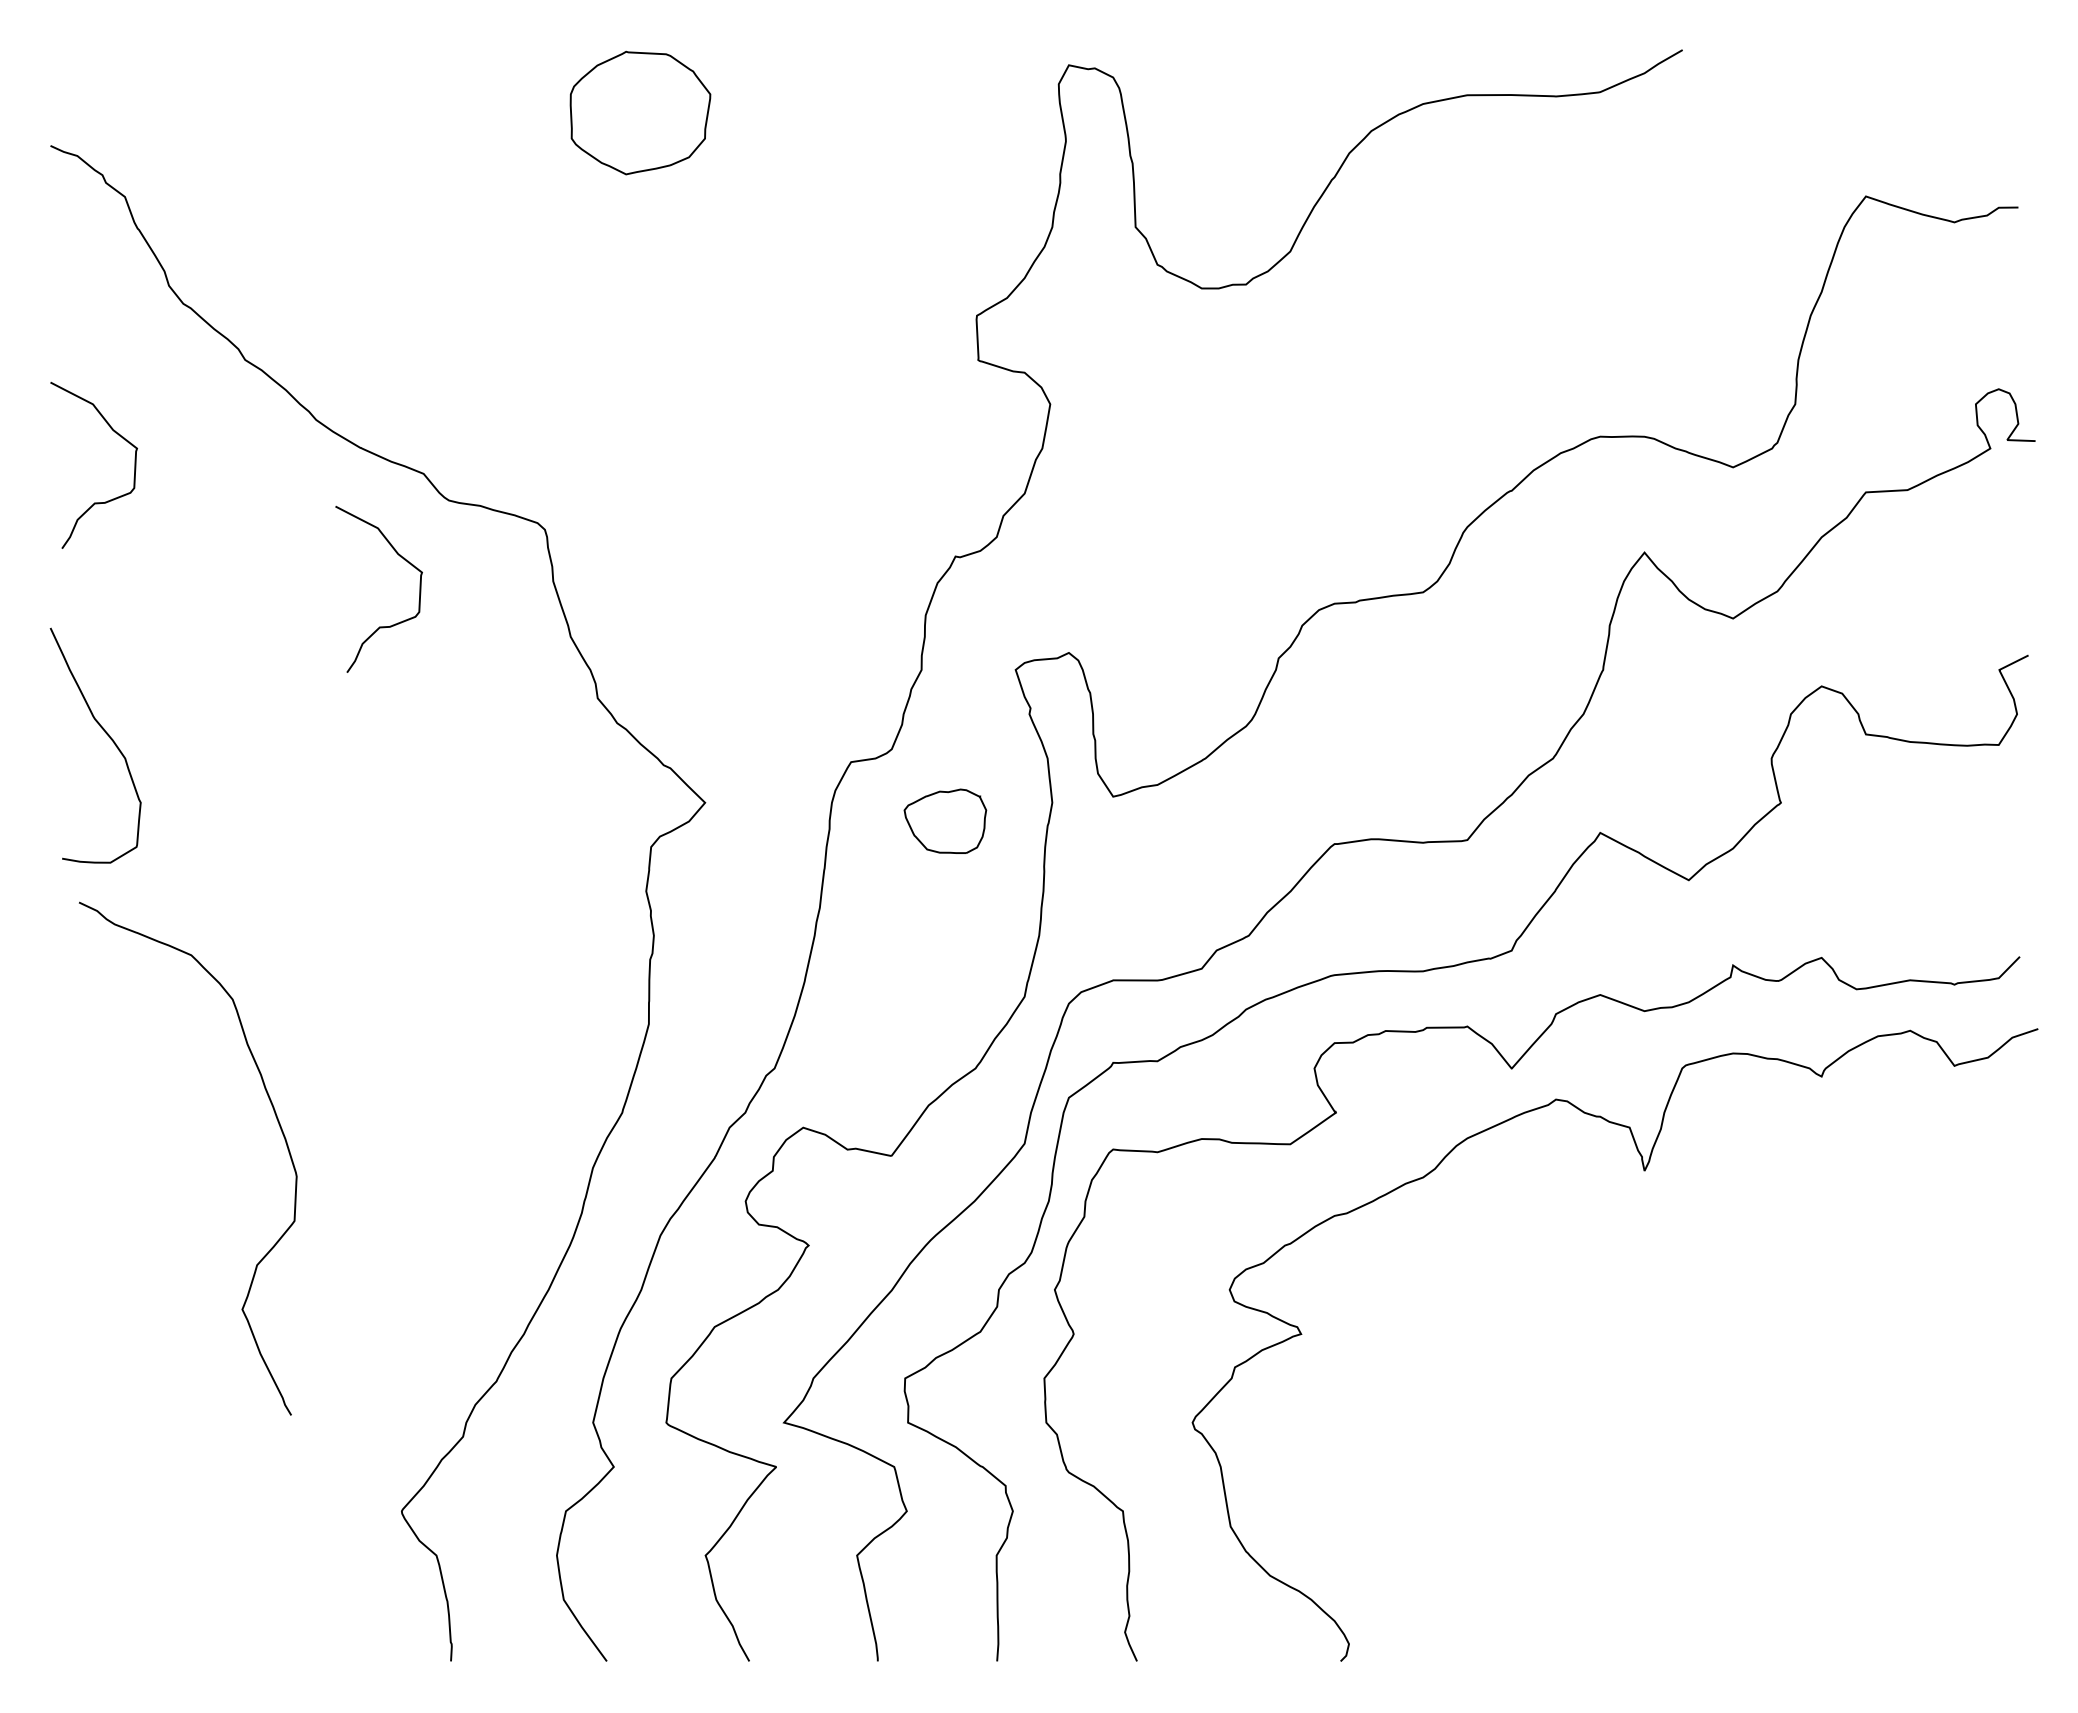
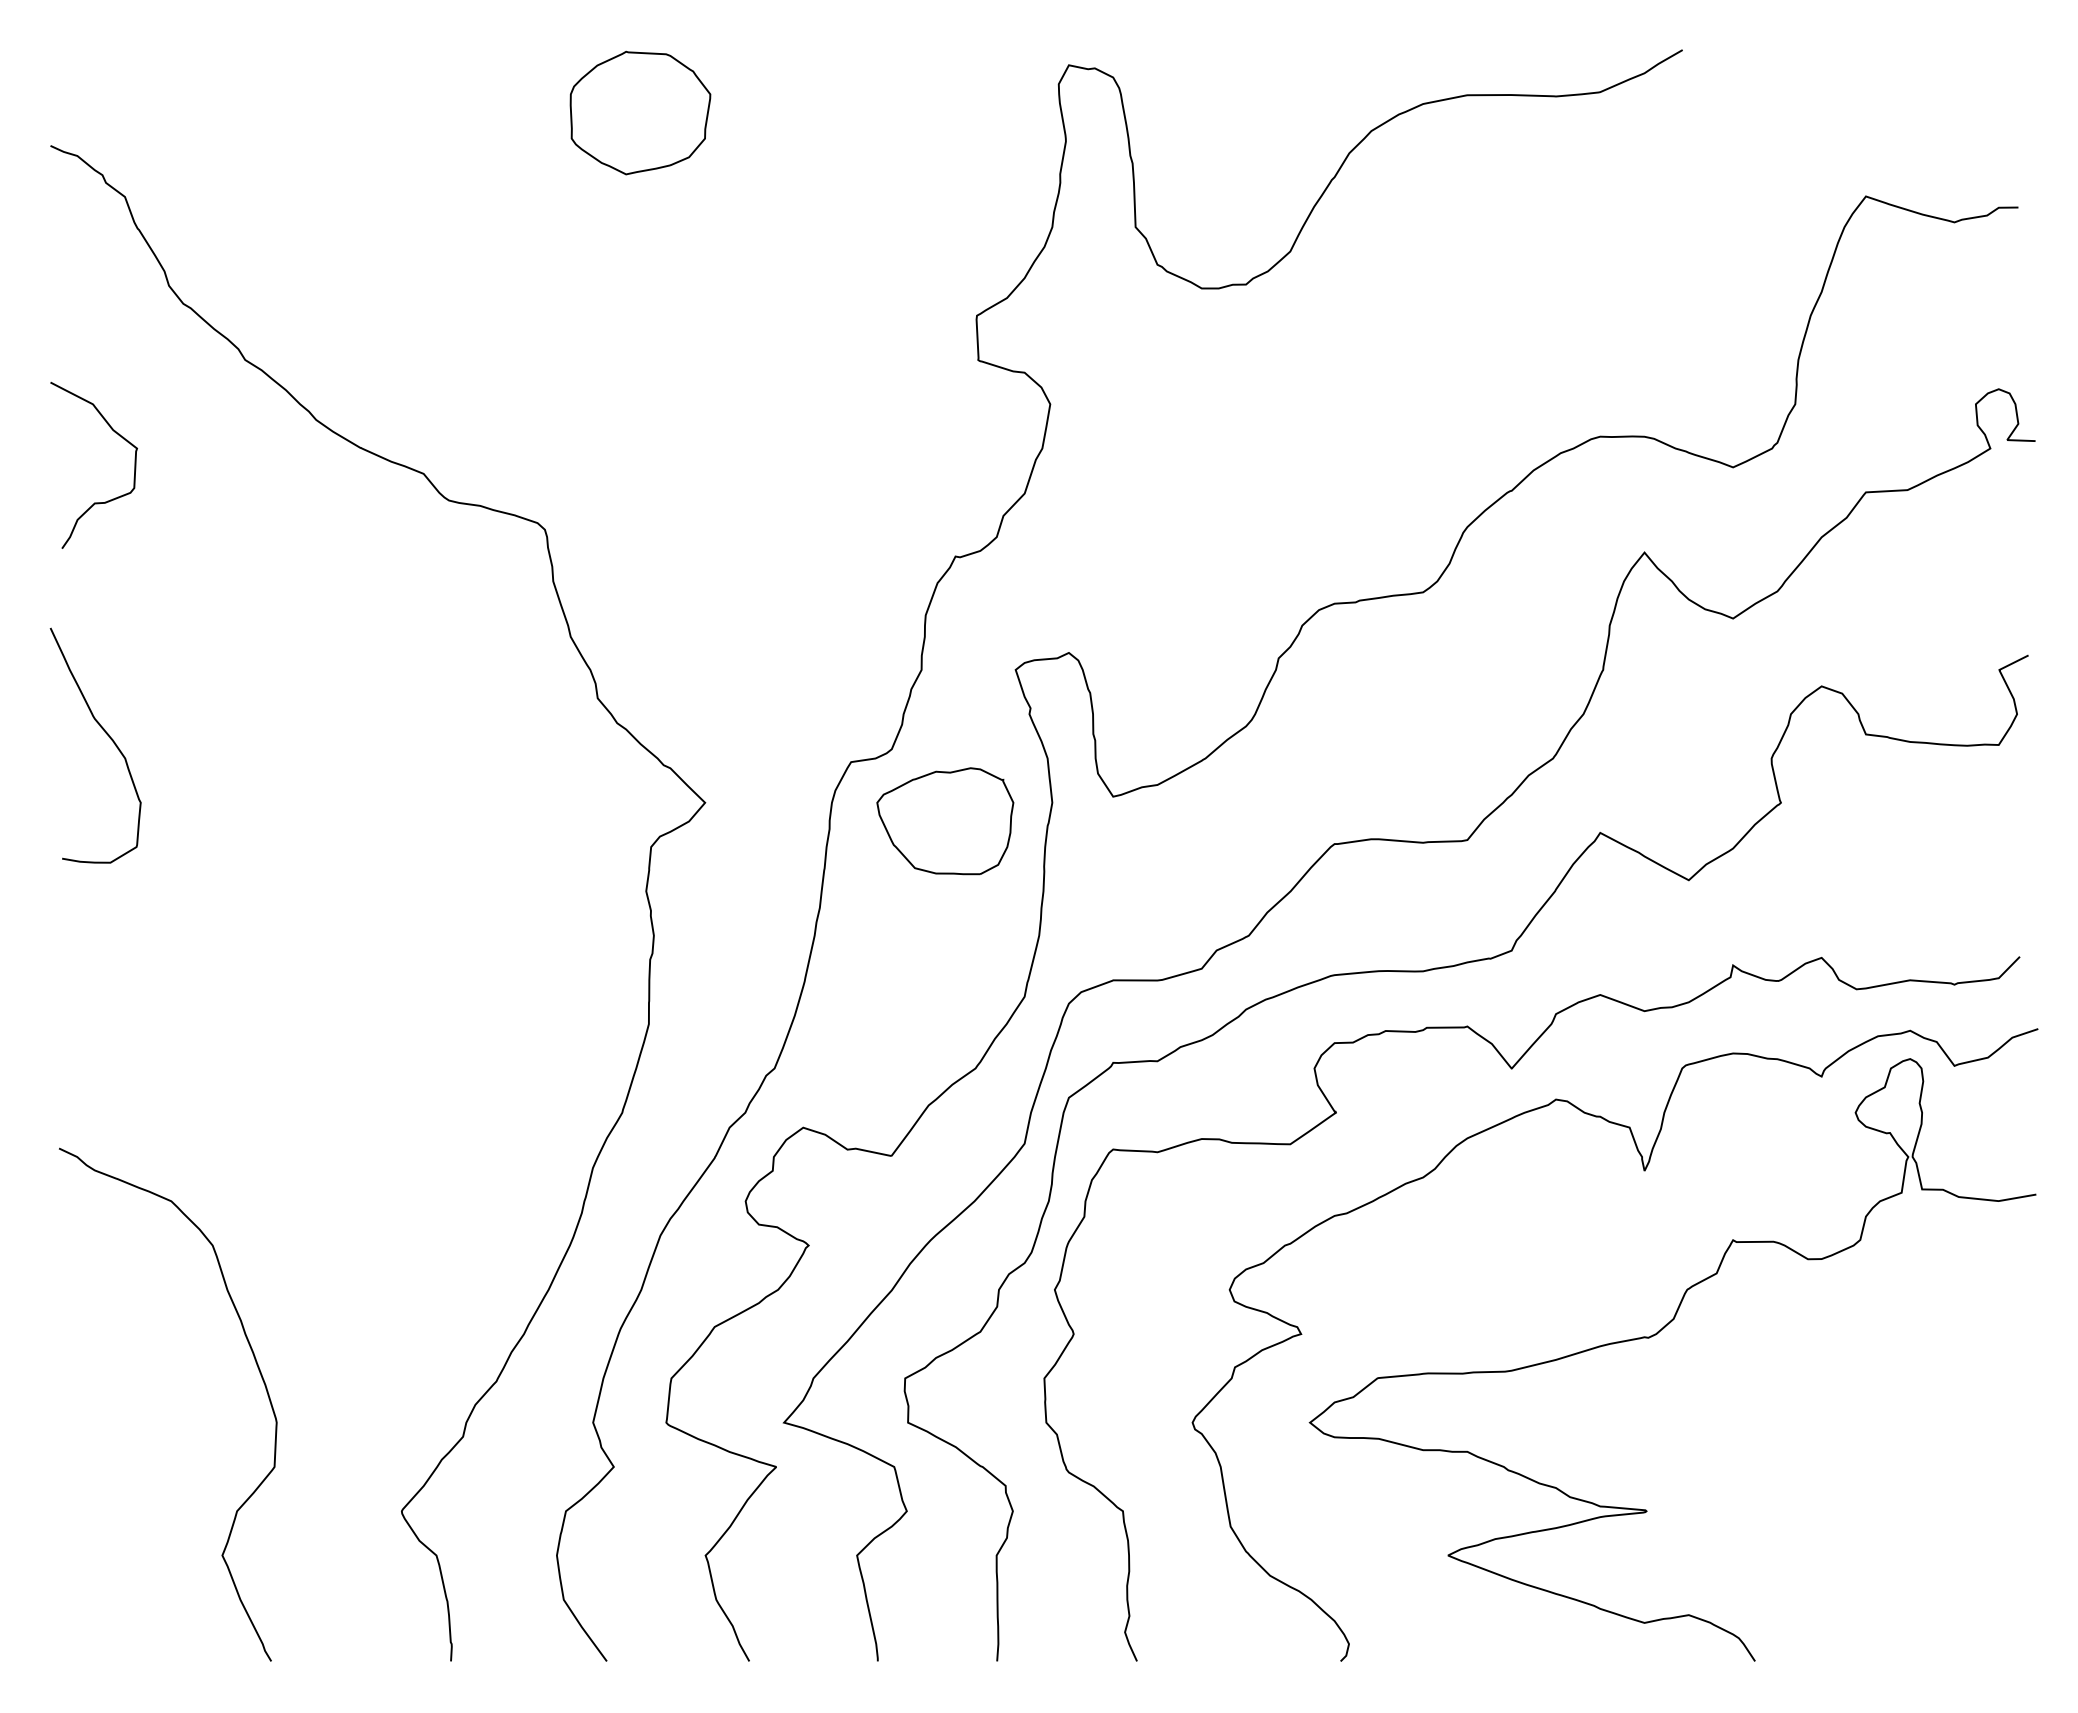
curve at (400, 557): present -> none
part at (945, 820) size: 85x66 px -> 139x109 px
curve at (279, 1127) position: (279, 1127) -> (259, 1373)
curve at (1657, 1334): none -> present
